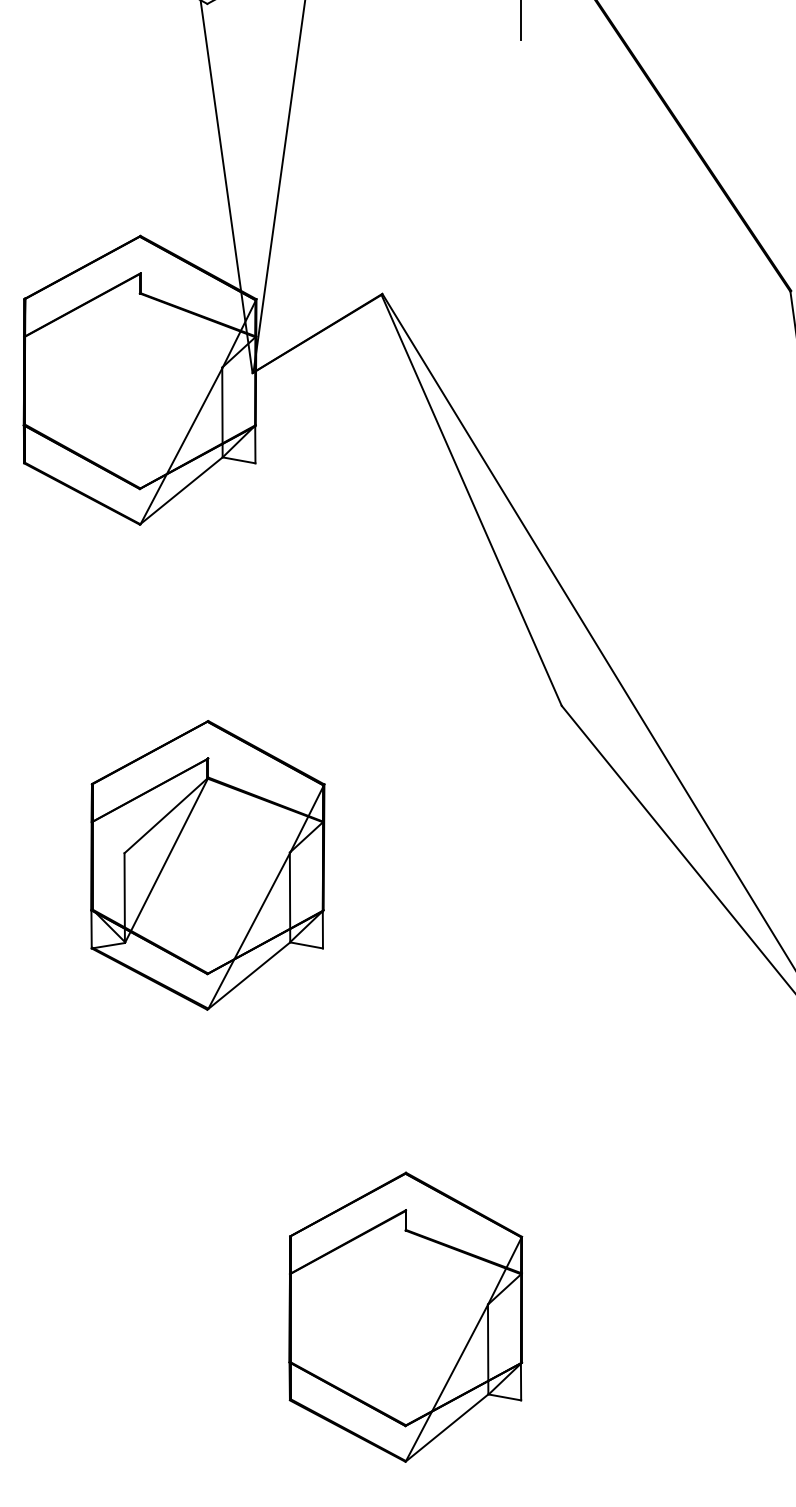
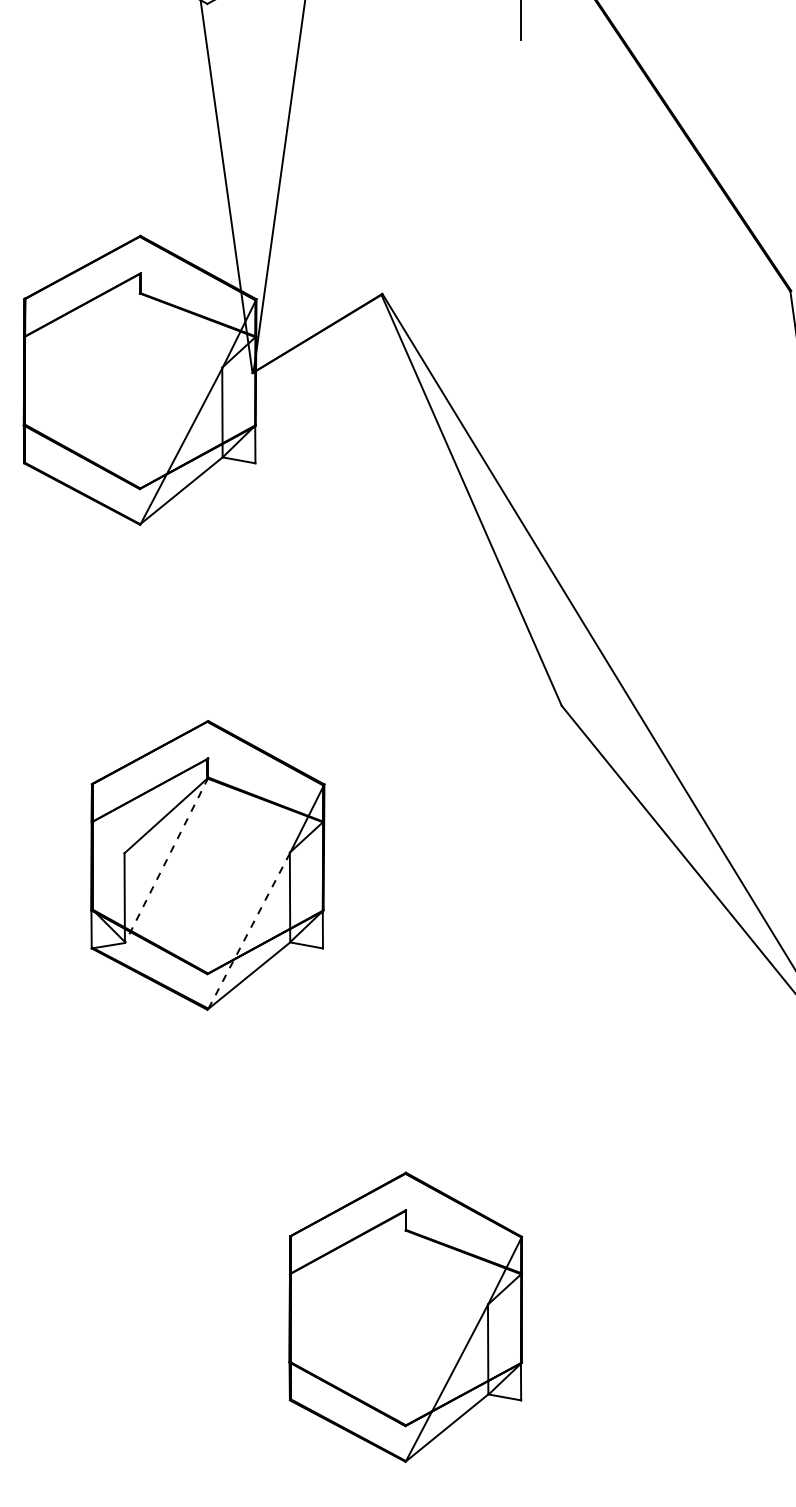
line at (166, 860): solid -> dashed
line at (249, 930): solid -> dashed
